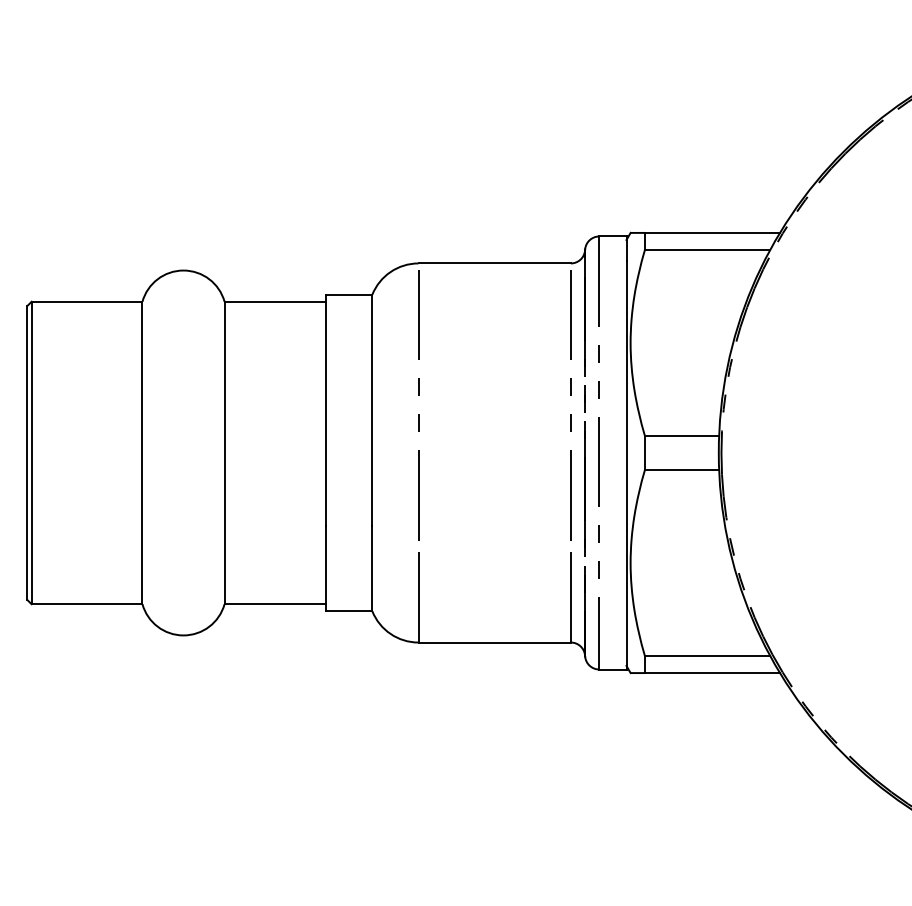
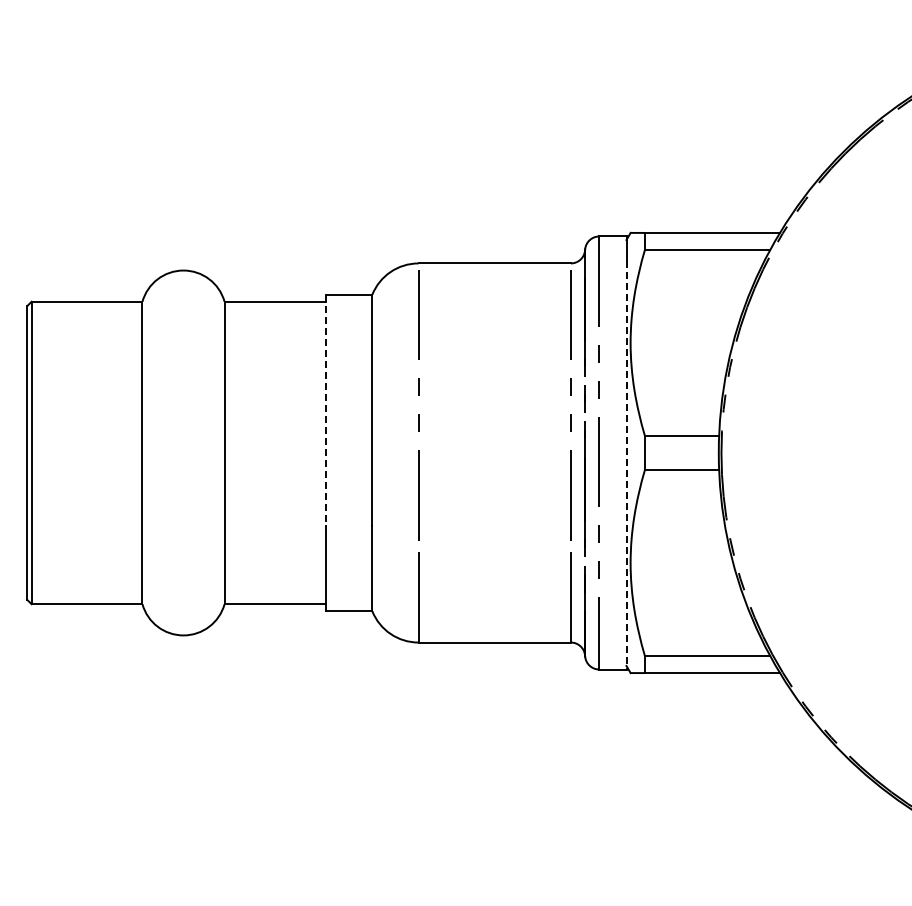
line at (325, 410): solid -> dashed
line at (626, 465): solid -> dashed
